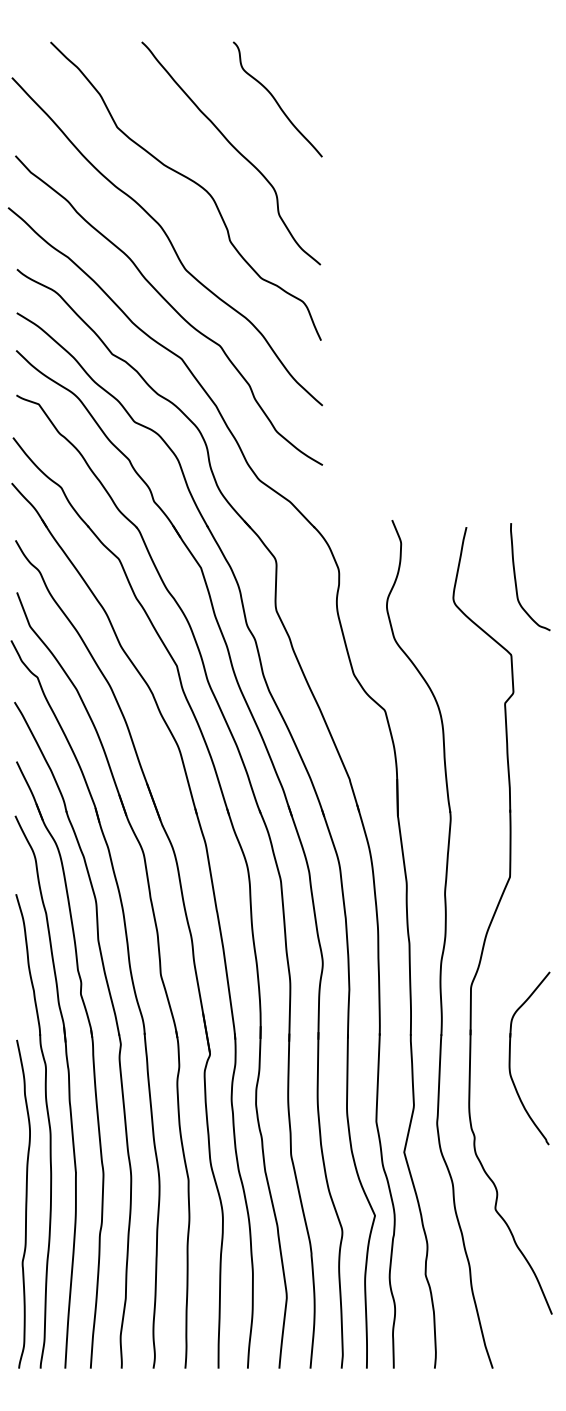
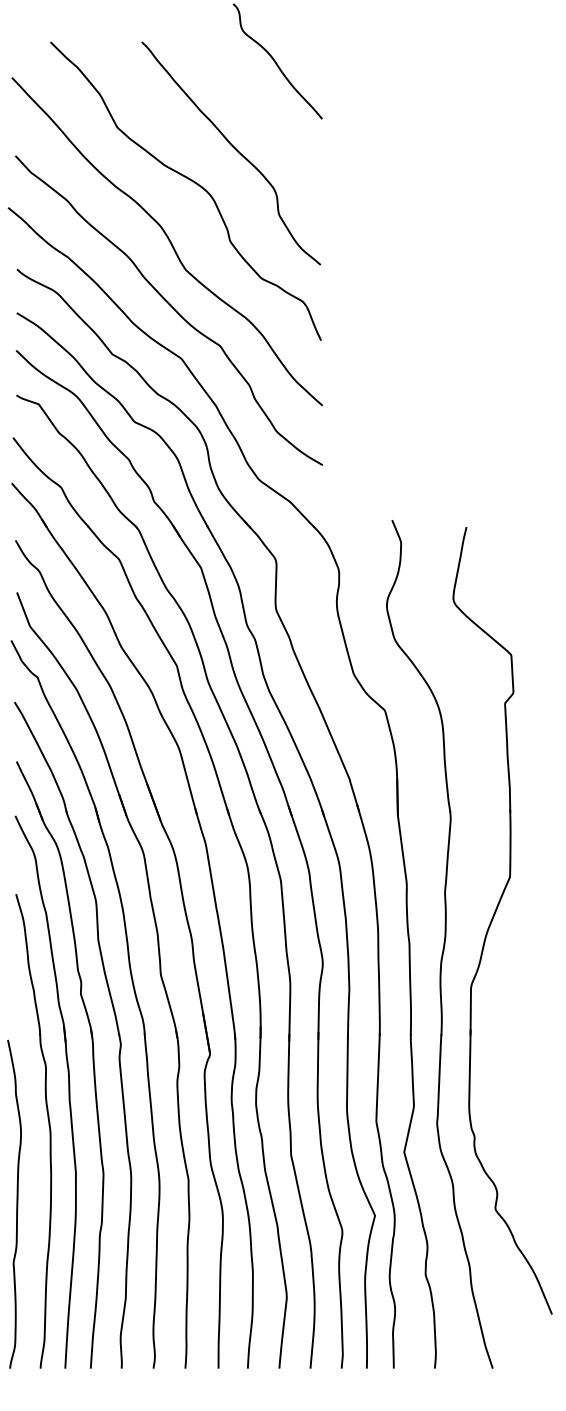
curve at (276, 99) position: (276, 99) -> (276, 61)
curve at (516, 579): present -> none
part at (510, 1058): present -> none
curve at (25, 1203) position: (25, 1203) -> (16, 1203)
